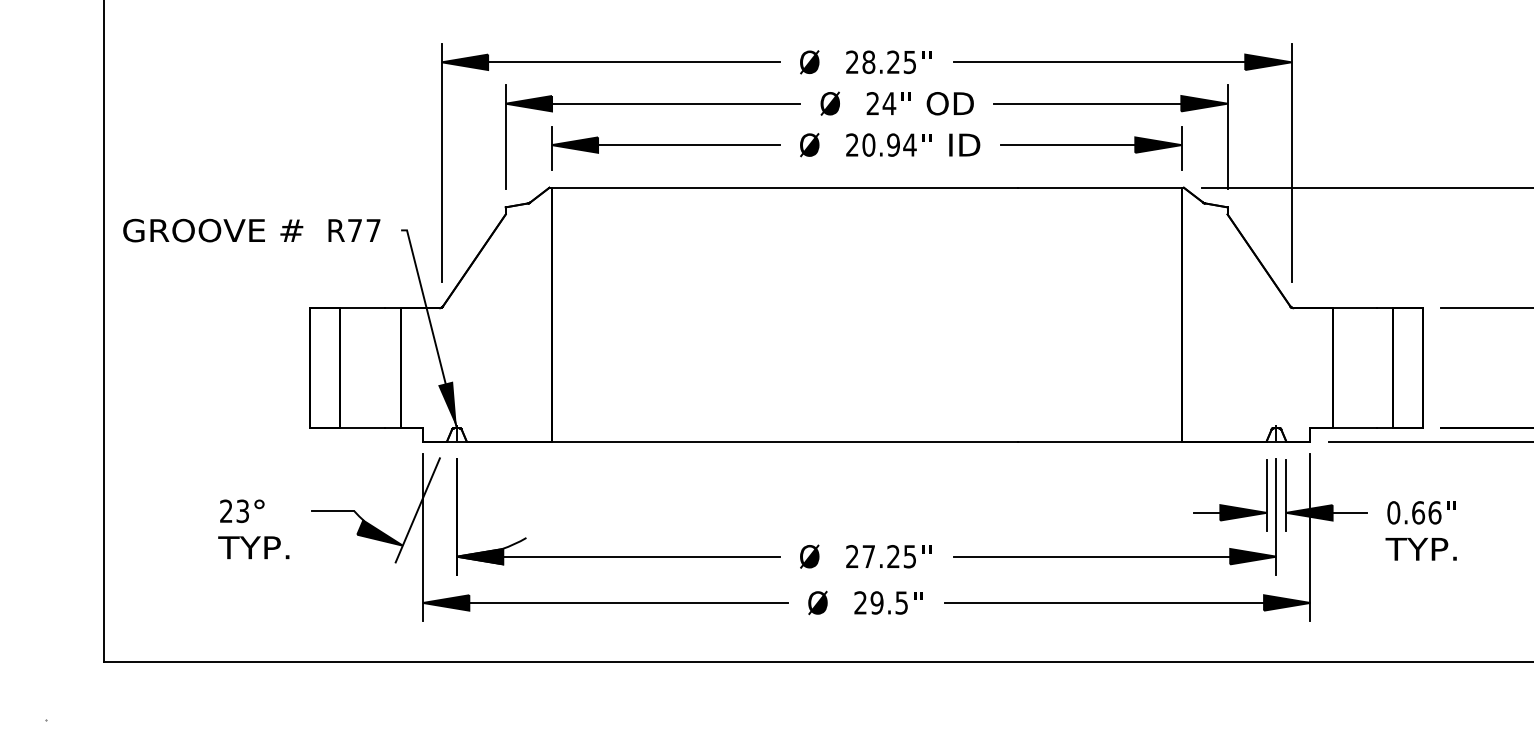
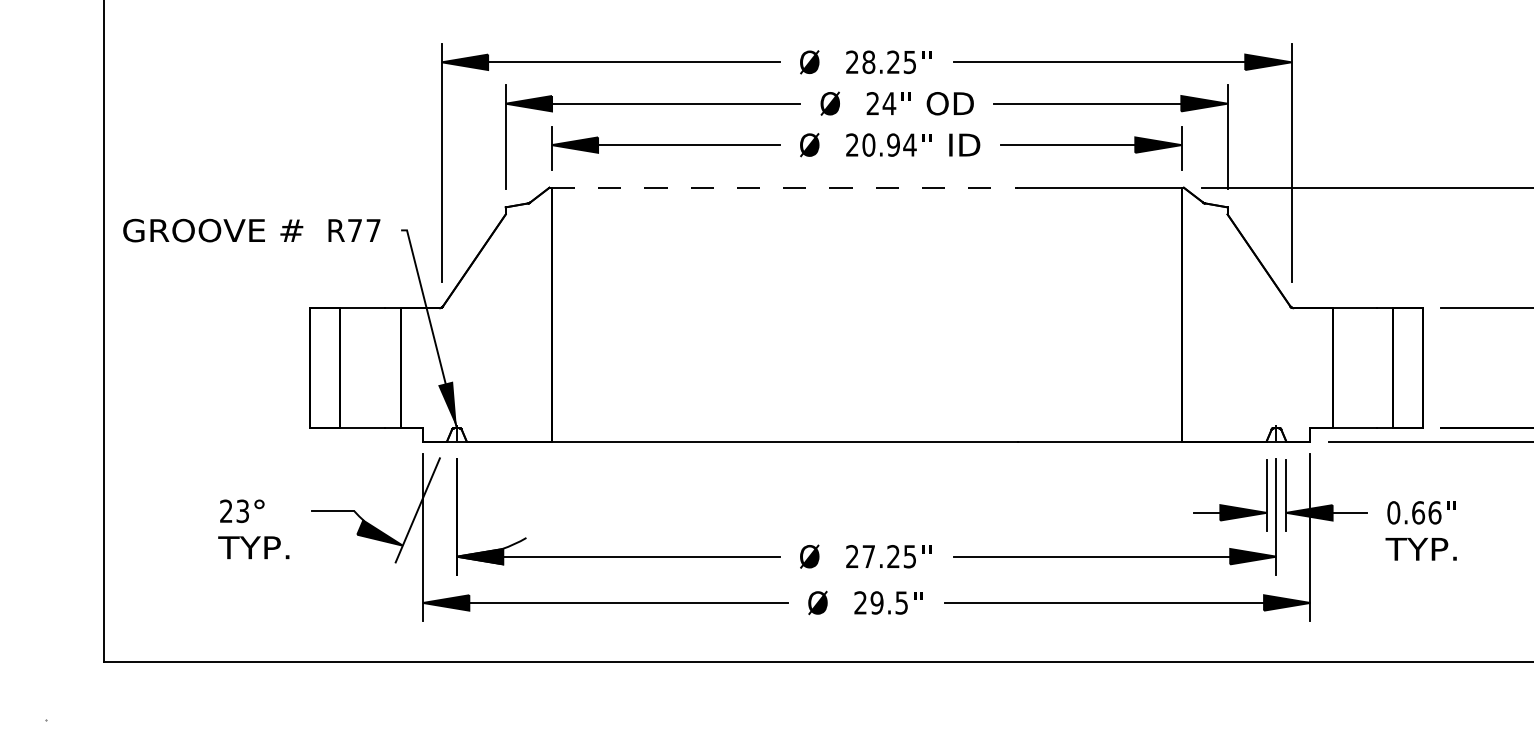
line at (784, 187): solid -> dashed
